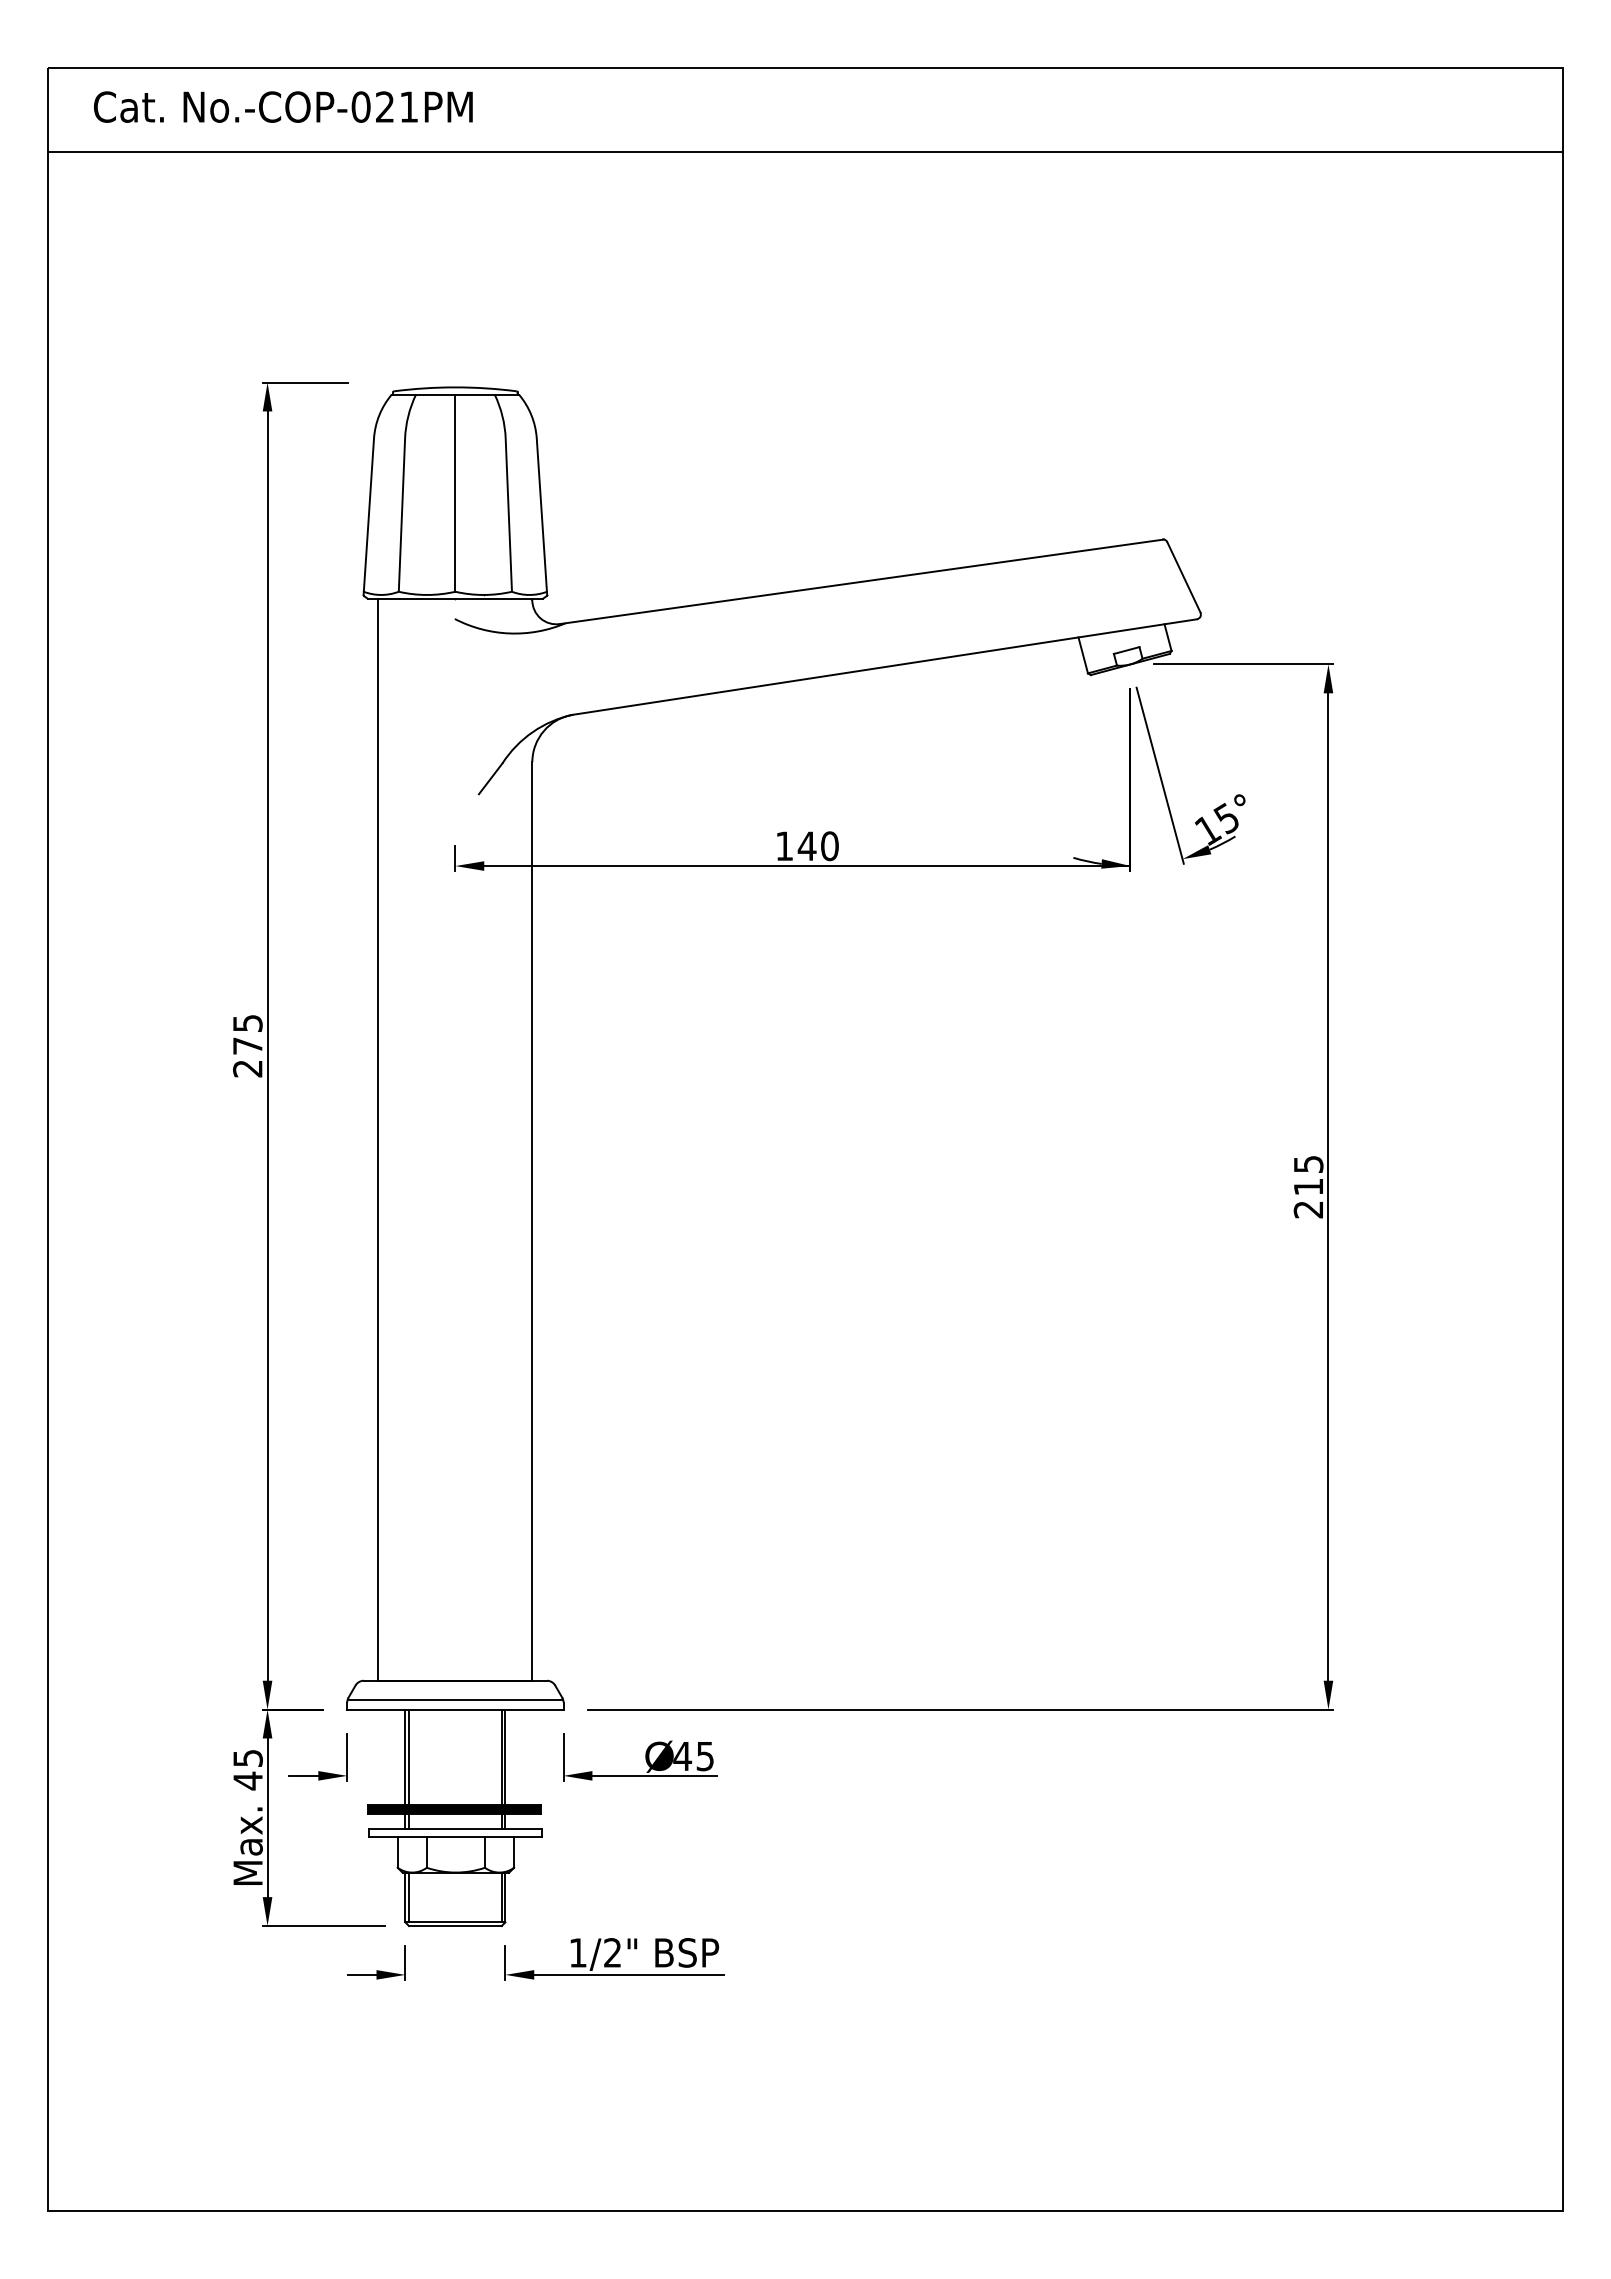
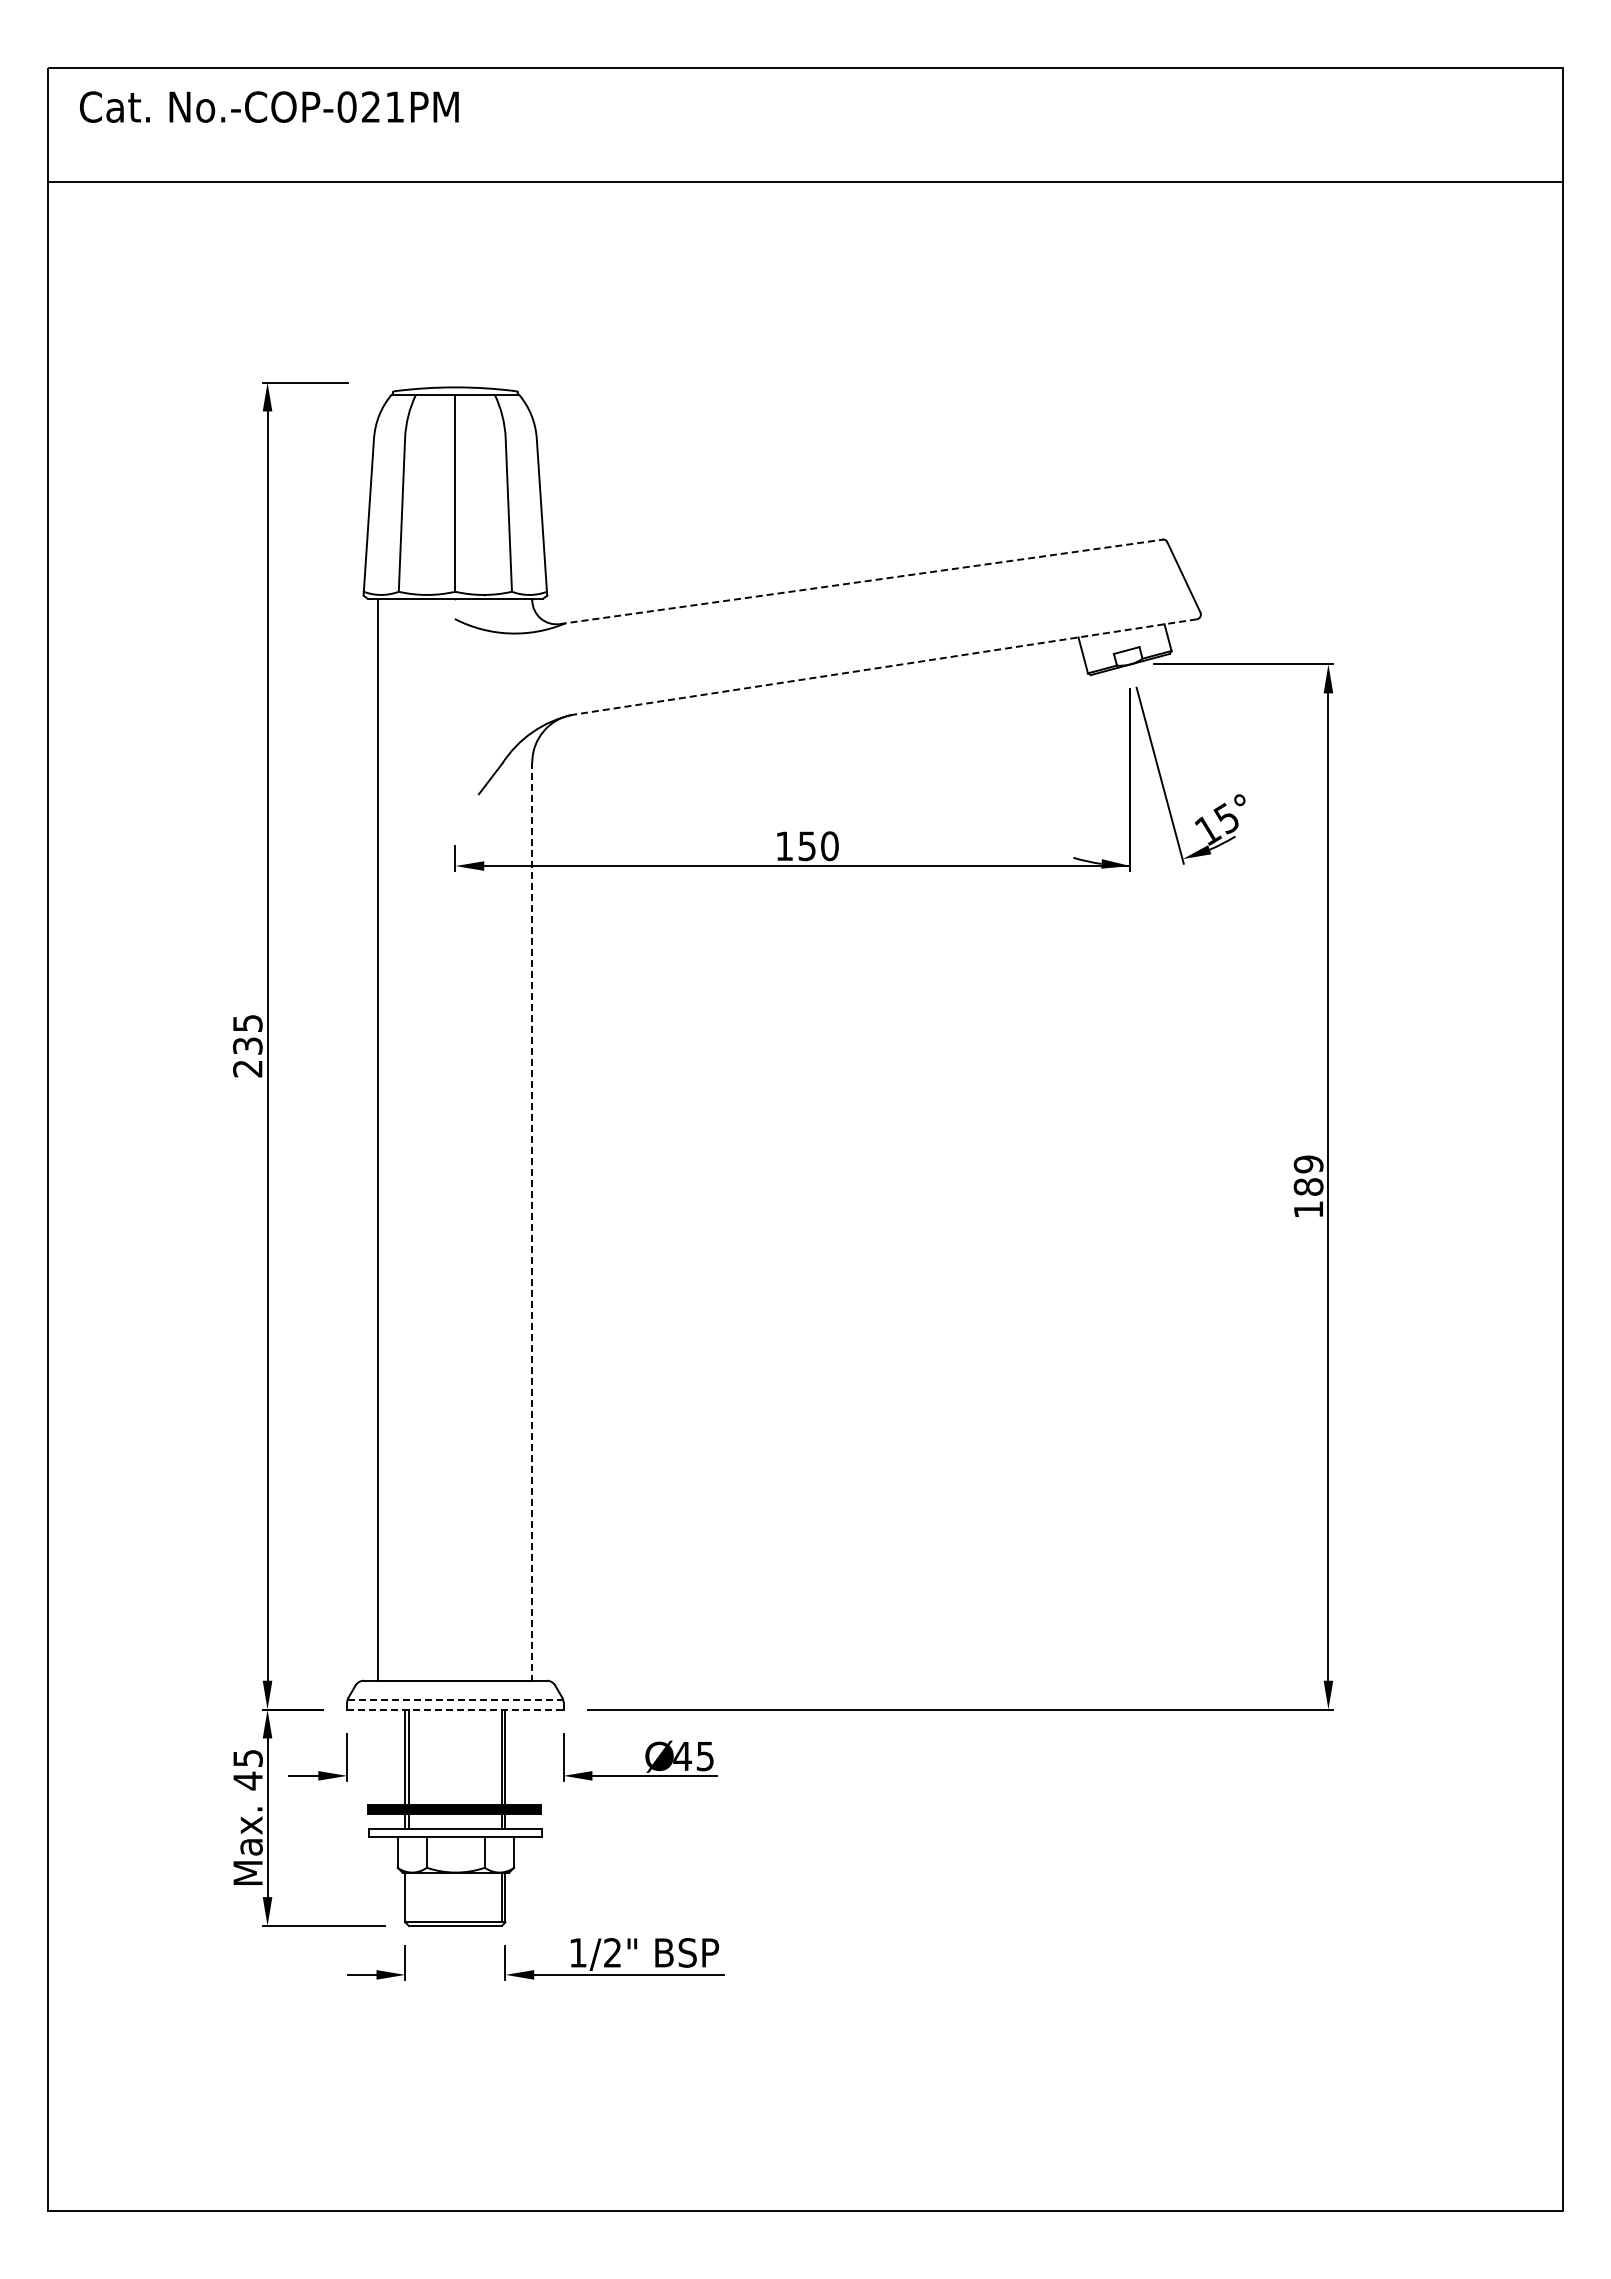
text at (283, 106) position: (283, 106) -> (269, 106)
line at (805, 151) position: (805, 151) -> (805, 181)
line at (862, 581): solid -> dashed
line at (884, 667): solid -> dashed
text at (806, 846): 140 -> 150
text at (247, 1045): 275 -> 235
text at (1308, 1186): 215 -> 189
line at (532, 1222): solid -> dashed
line at (455, 1699): solid -> dashed
line at (455, 1709): solid -> dashed
line at (408, 1897): present -> none
